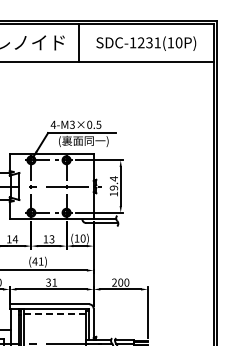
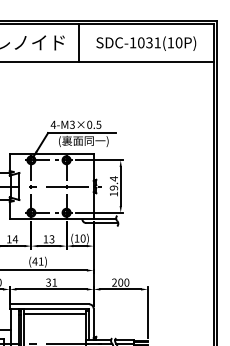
text at (141, 42): SDC-1231(10P) -> SDC-1031(10P)
line at (55, 313): dashed -> solid
